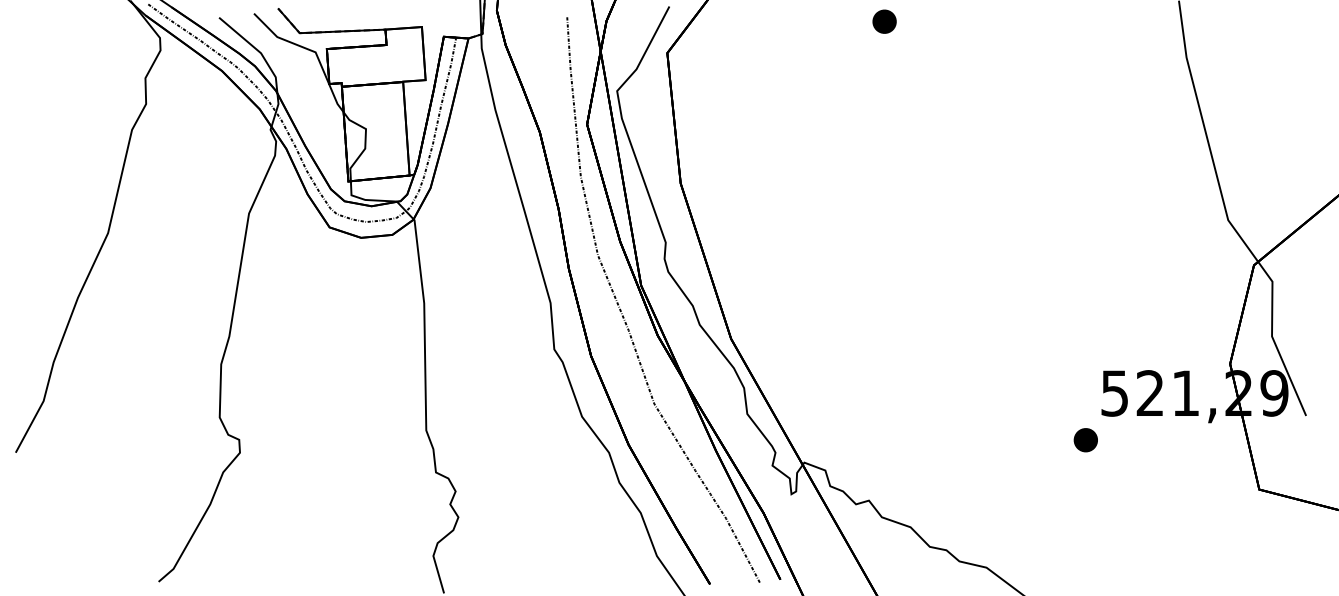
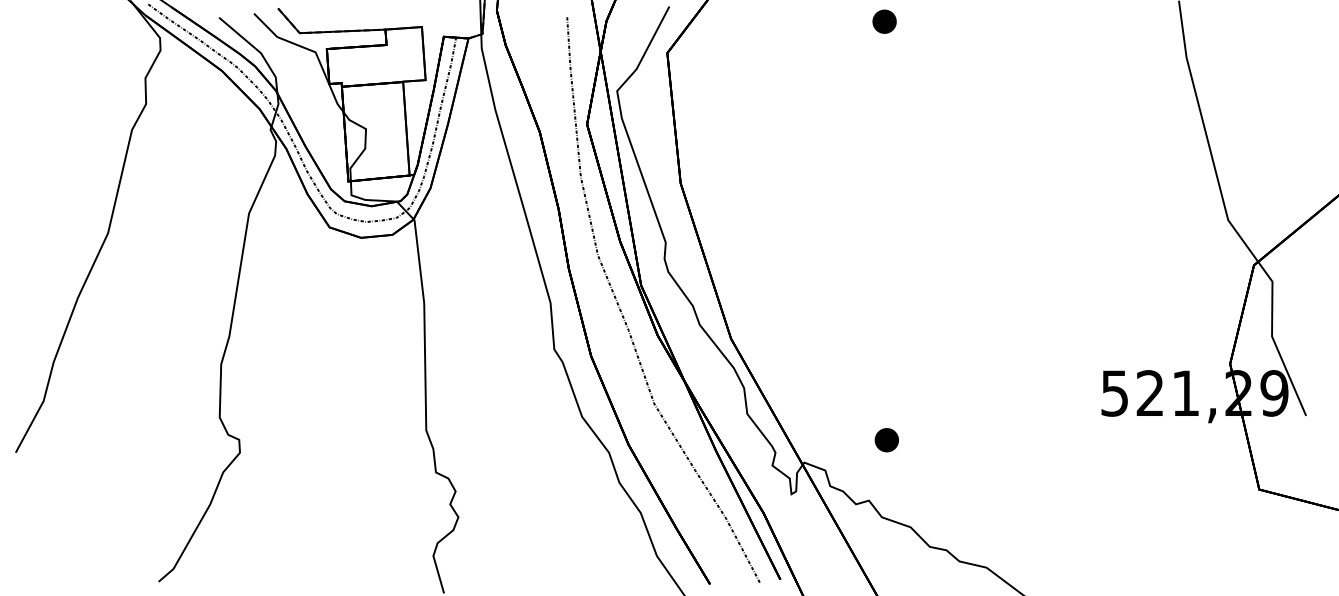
part at (1085, 440) position: (1085, 440) -> (886, 440)
